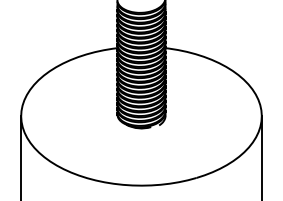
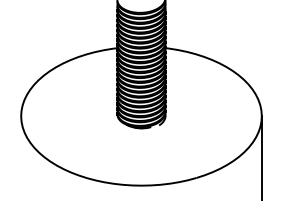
line at (21, 156): present -> none
